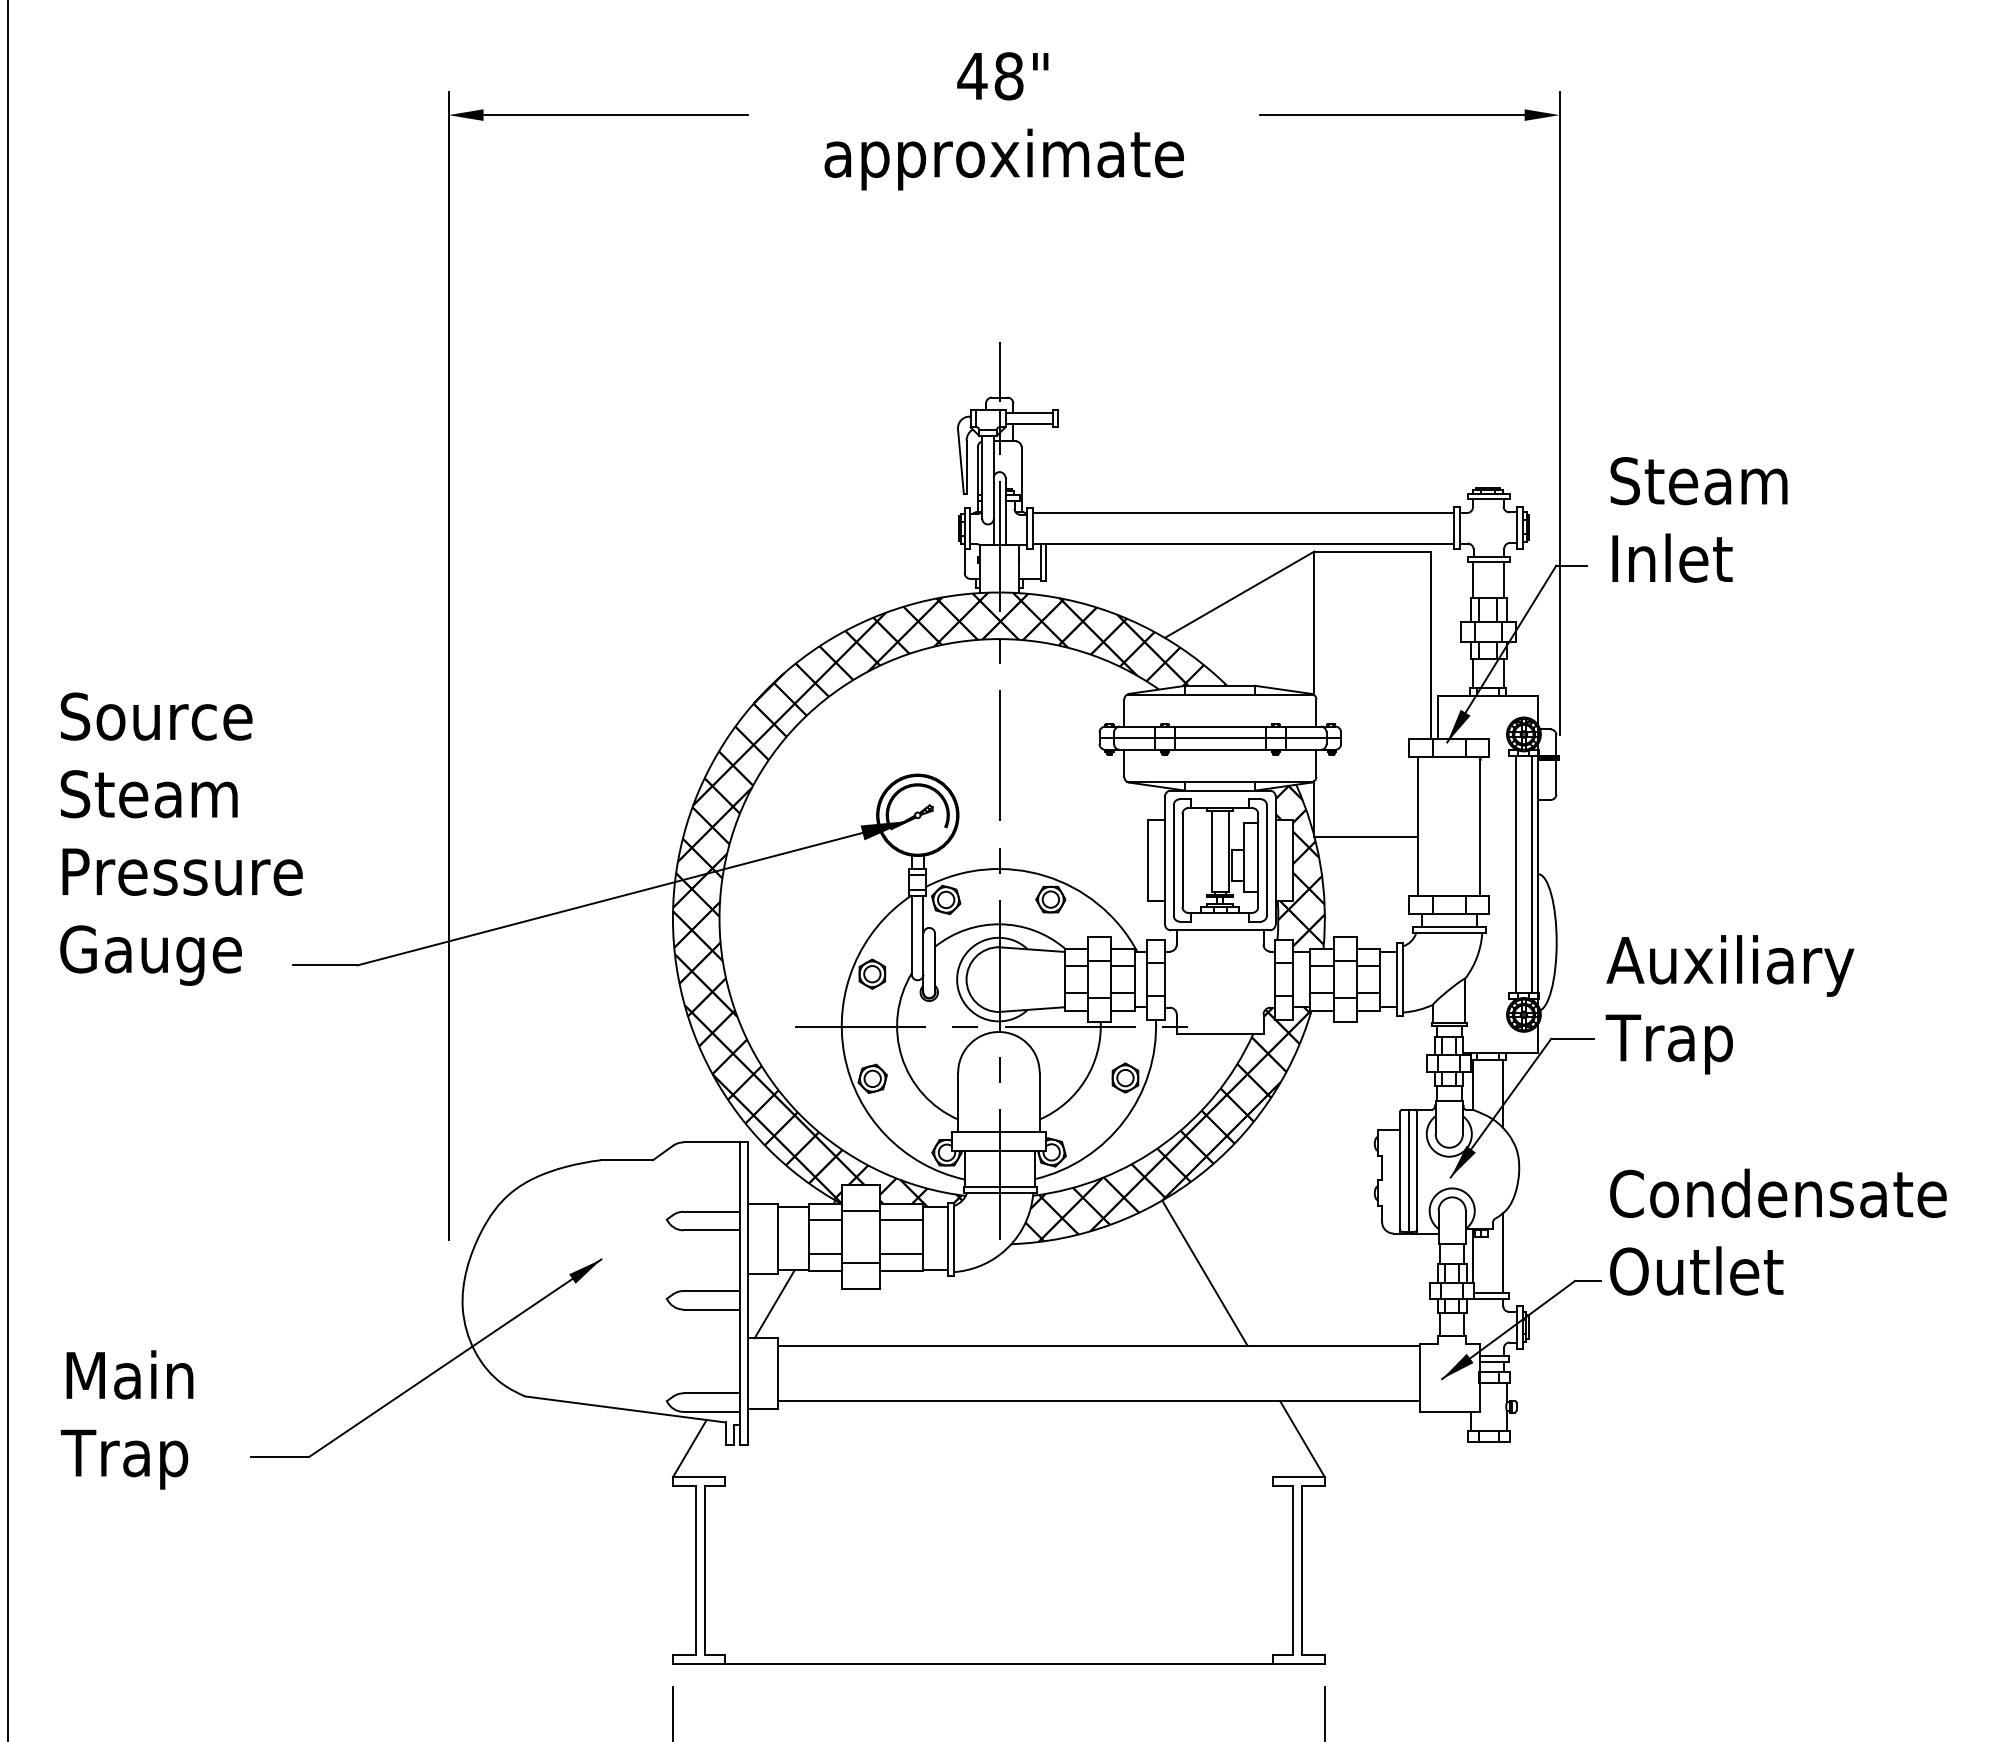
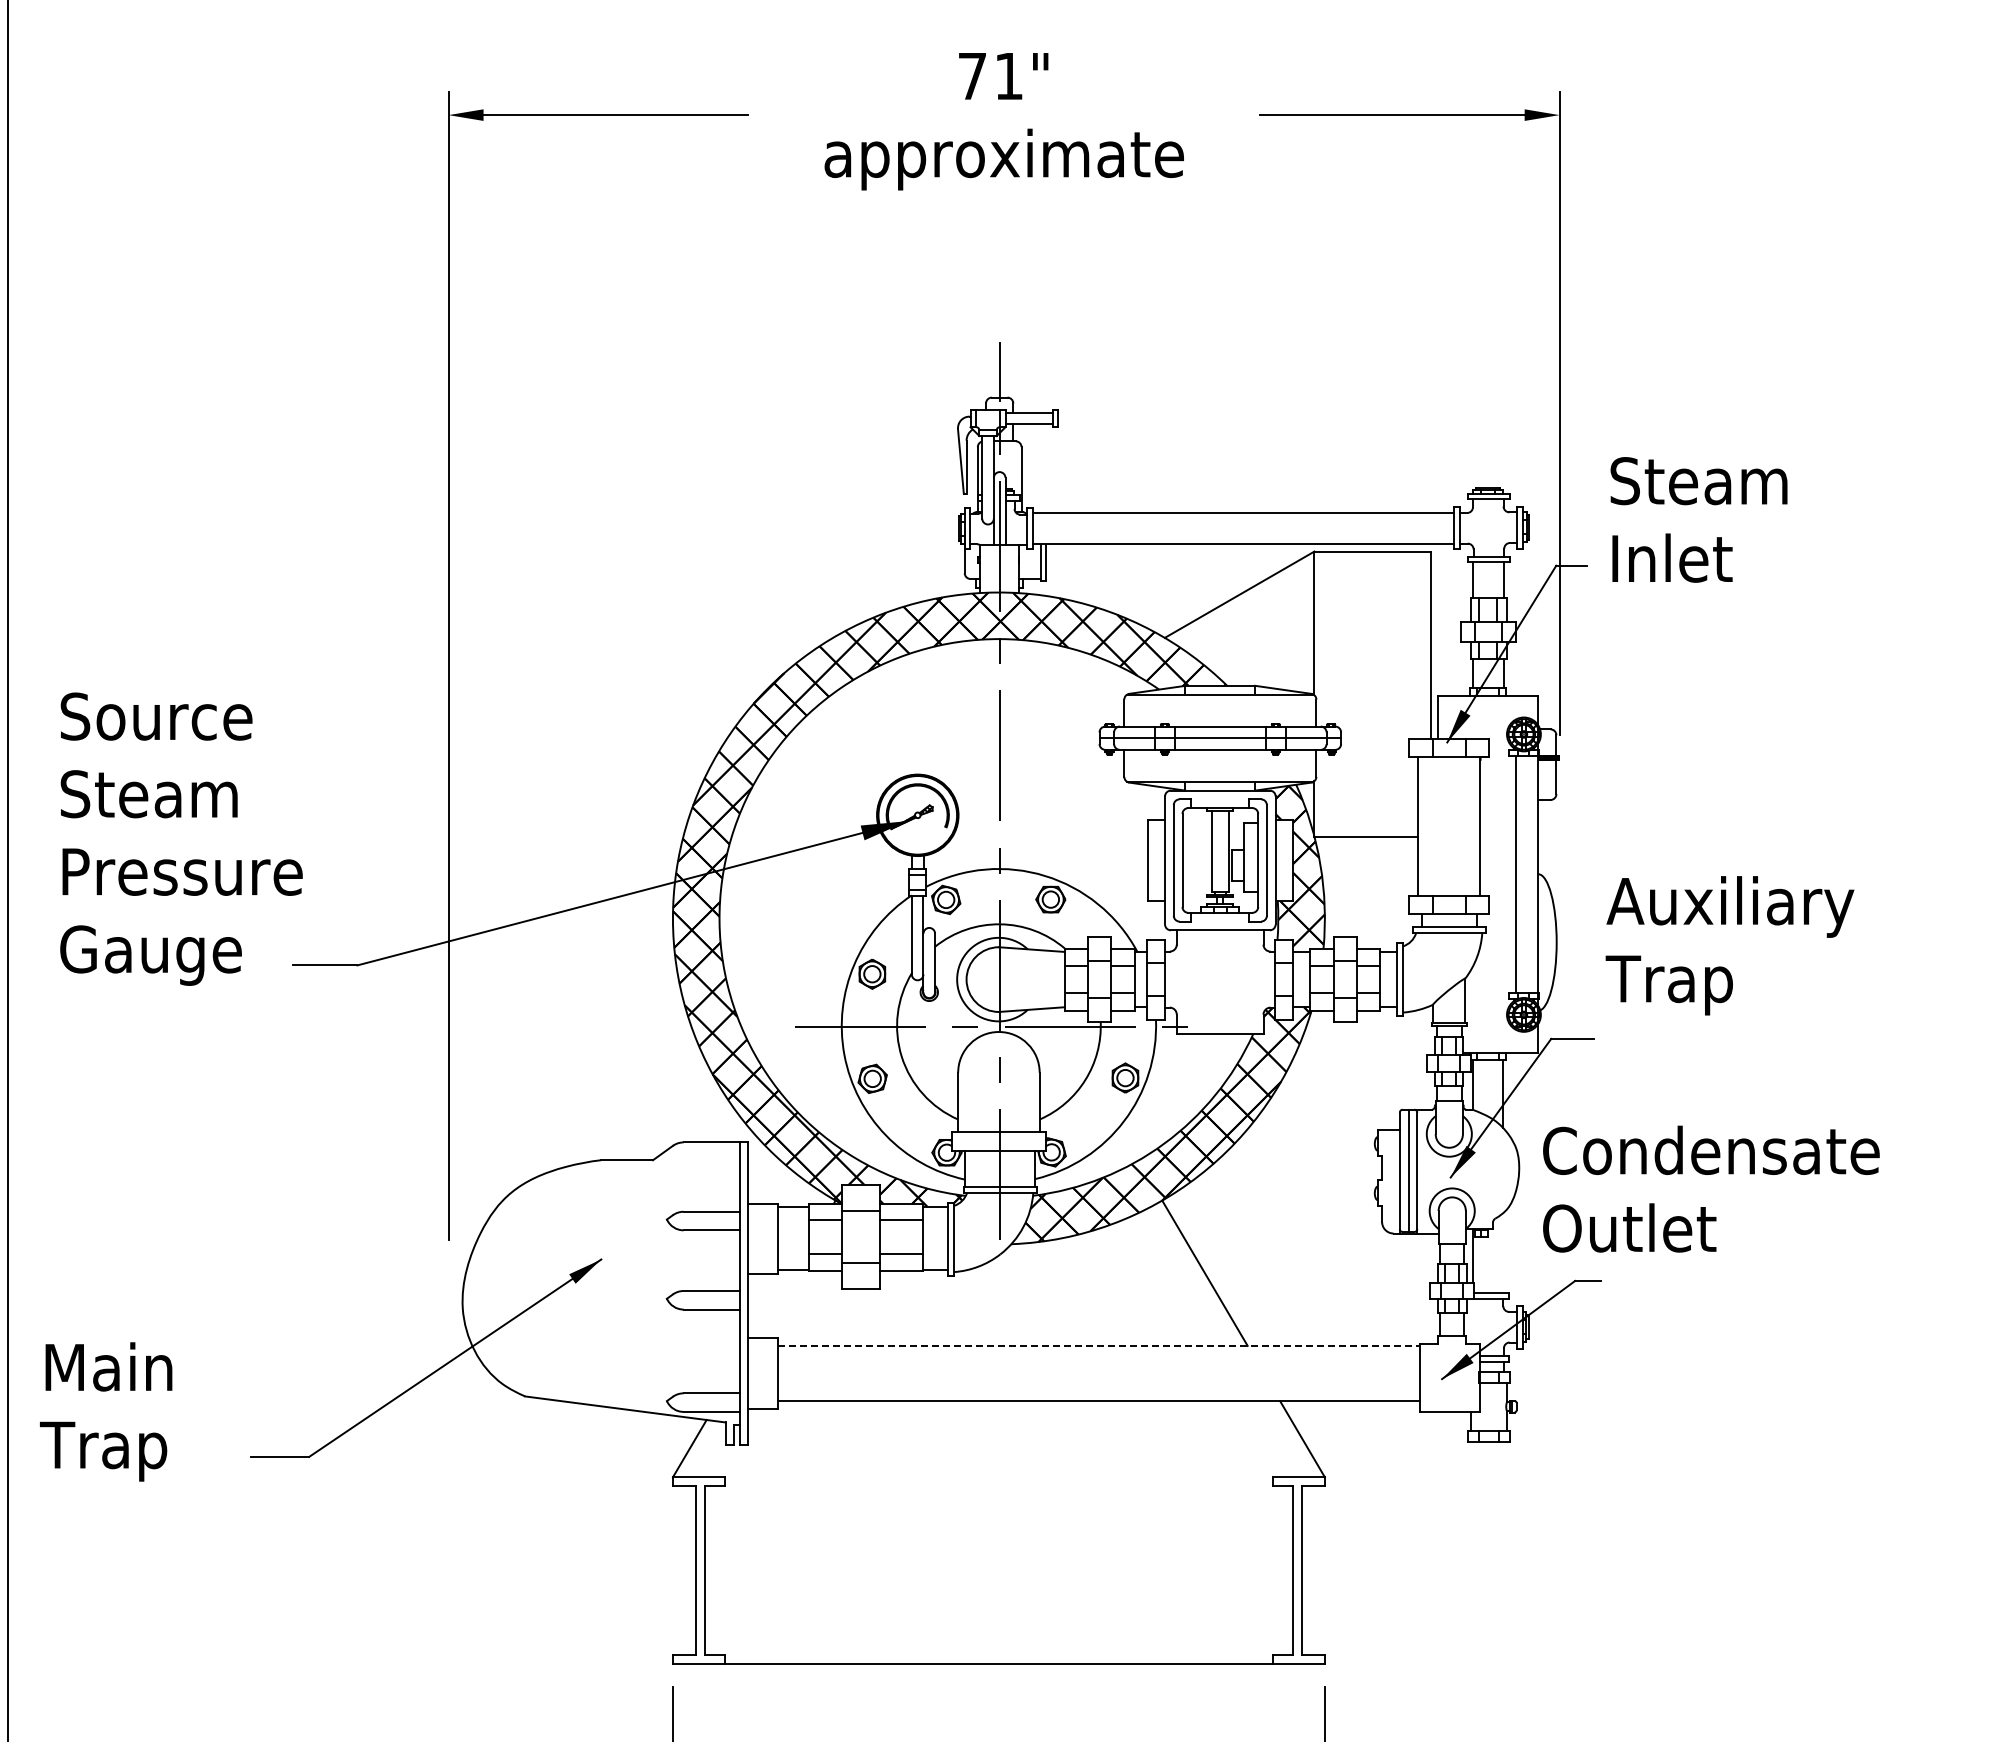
text at (990, 76): 48" -> 71"
line at (1532, 874): present -> none
text at (1729, 1004) position: (1729, 1004) -> (1729, 945)
text at (1778, 1231) position: (1778, 1231) -> (1711, 1188)
line at (1503, 1253): present -> none
line at (774, 1304): present -> none
line at (1098, 1345): solid -> dashed
text at (127, 1419) position: (127, 1419) -> (106, 1411)
